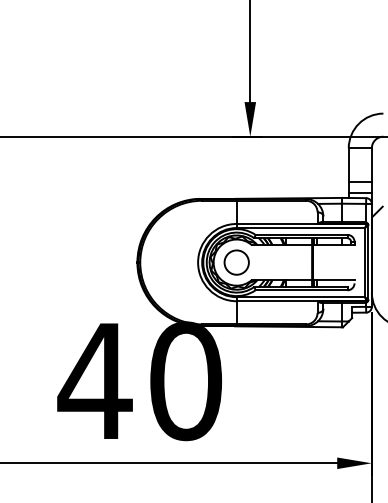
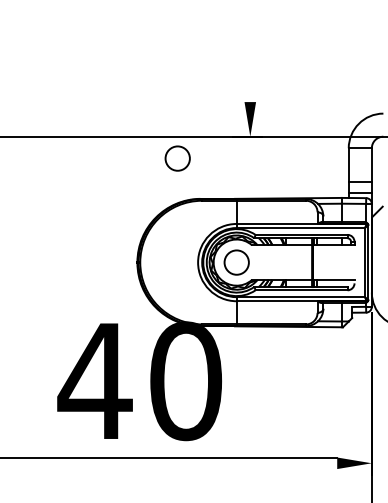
line at (250, 52): present -> none
circle at (177, 158): none -> present
line at (169, 463) position: (169, 463) -> (169, 458)
